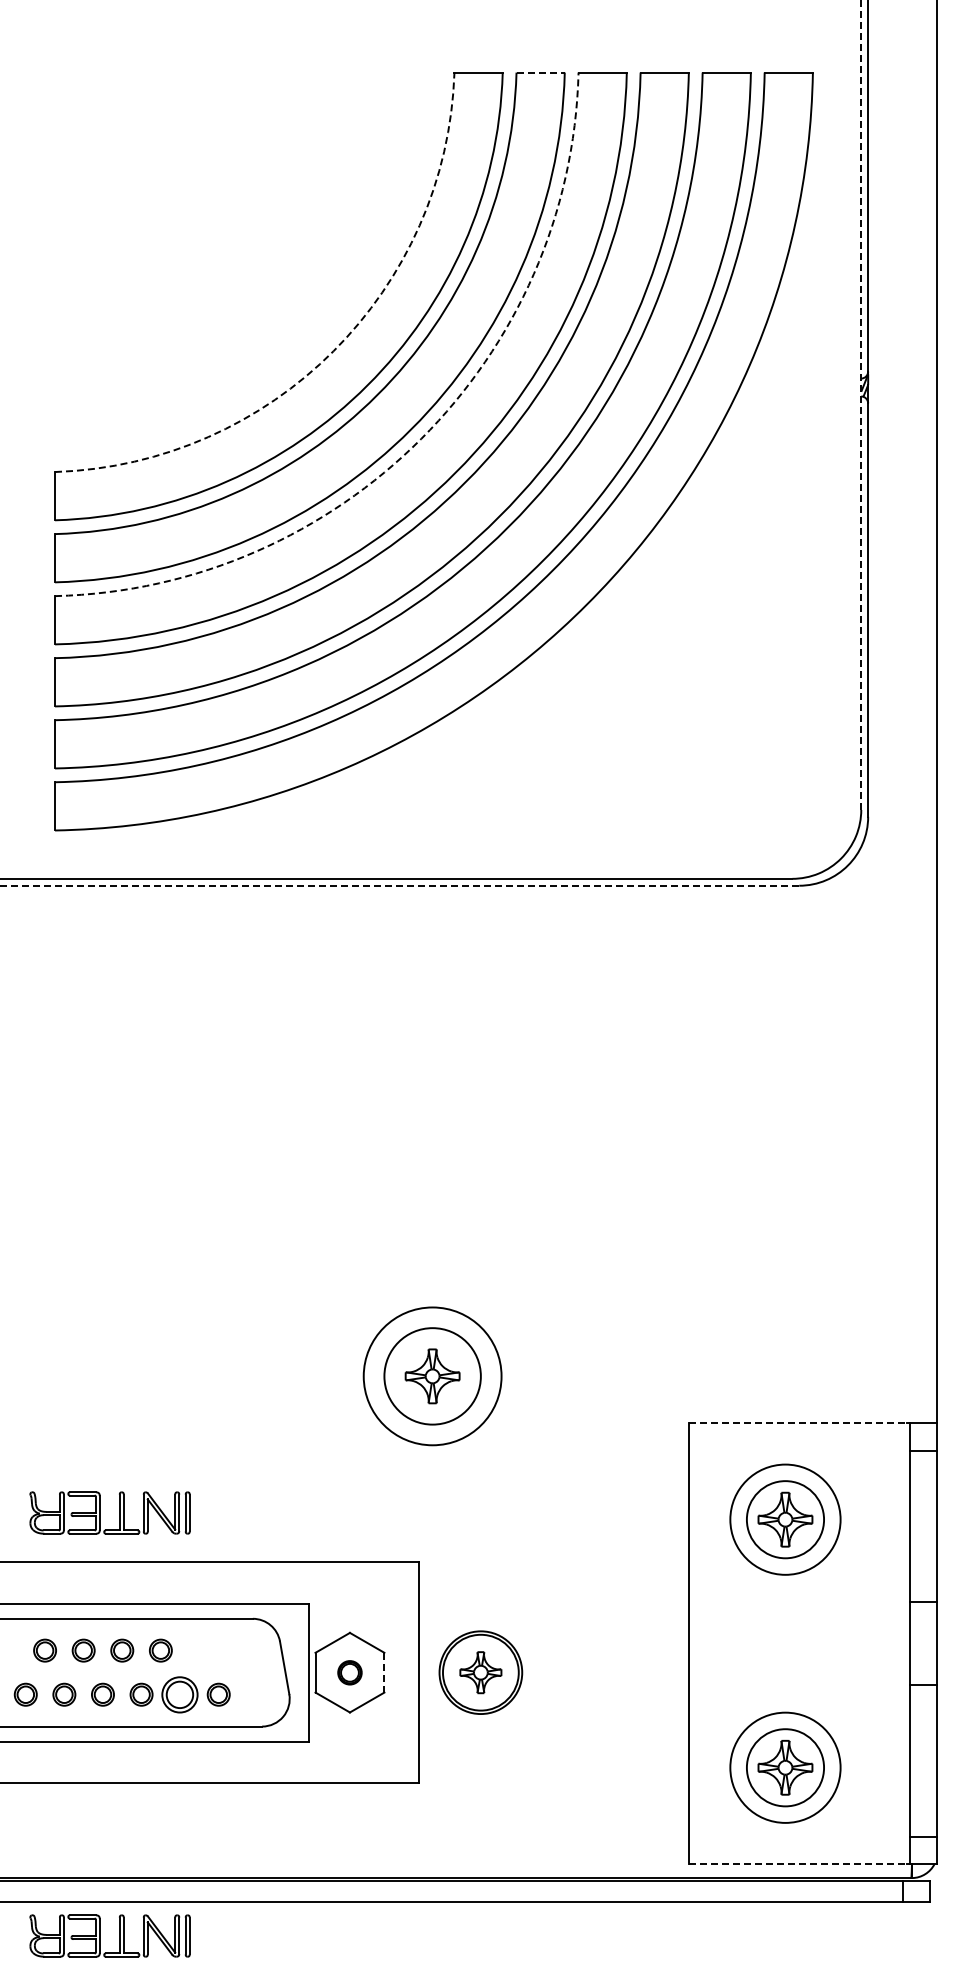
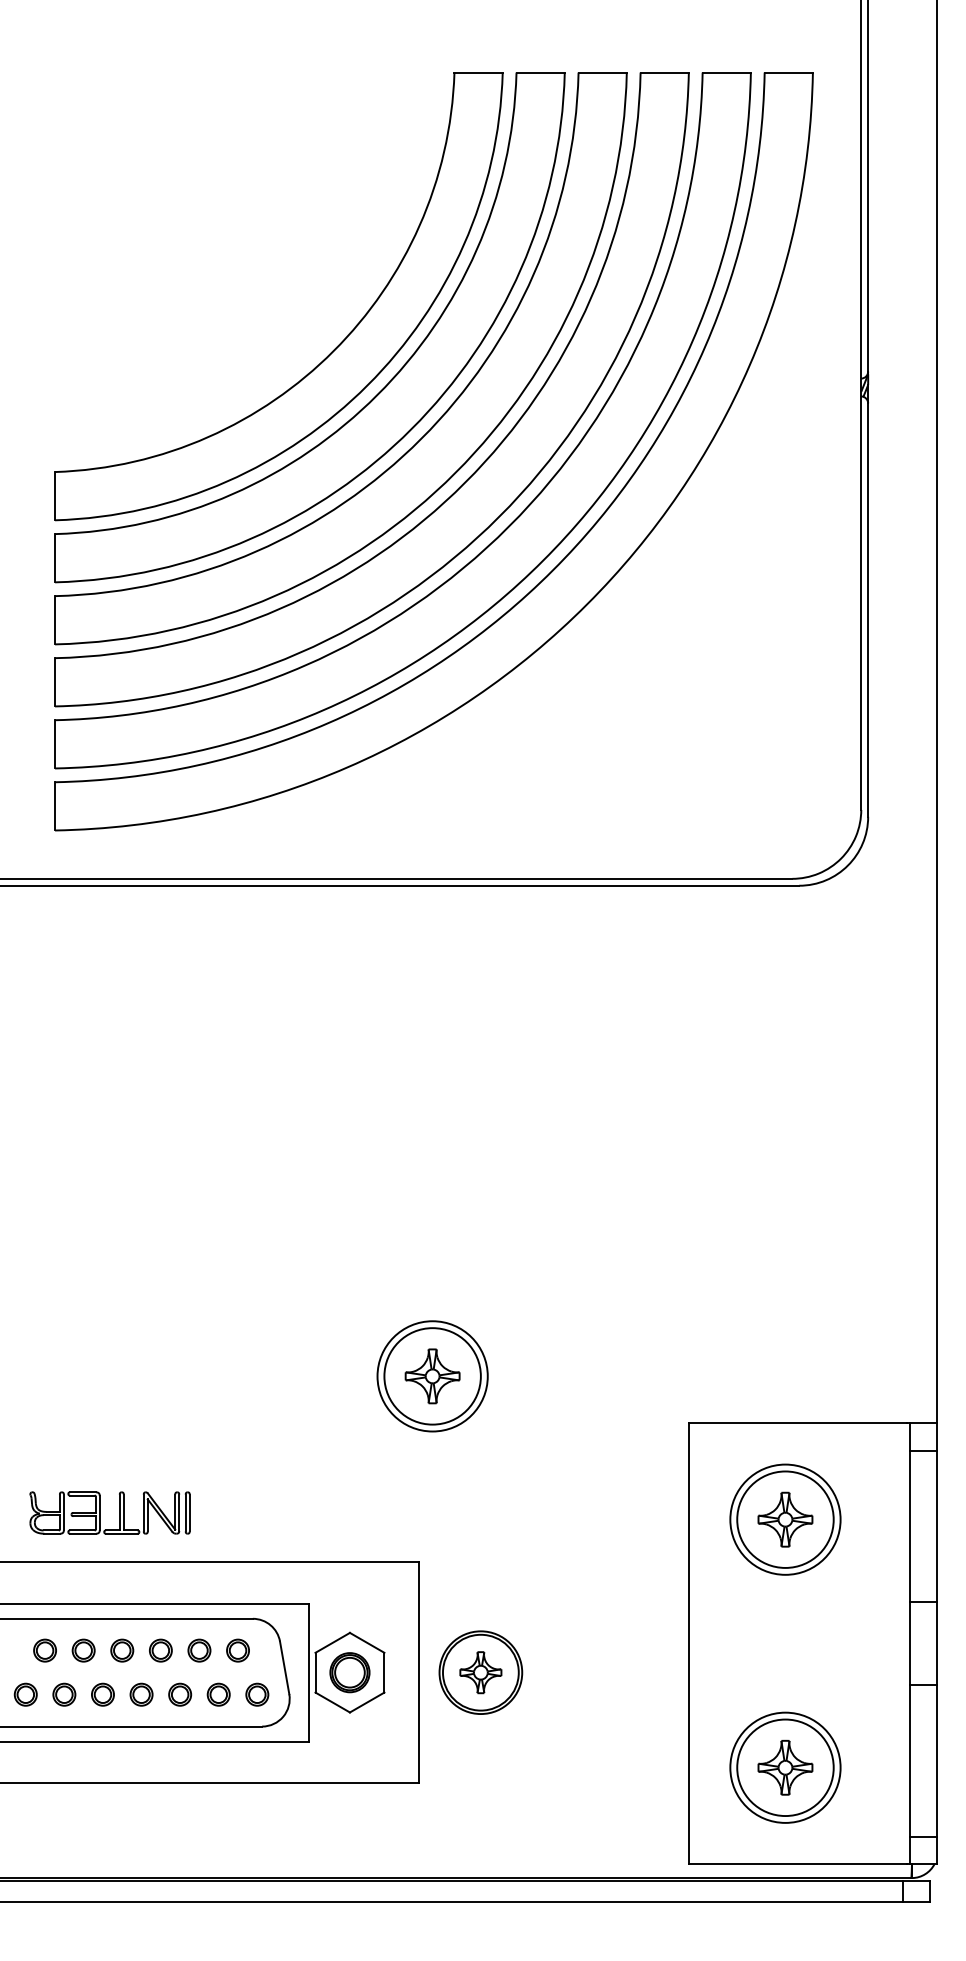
line at (541, 72): dashed -> solid
arc at (333, 351): dashed -> solid
line at (861, 405): dashed -> solid
arc at (421, 438): dashed -> solid
line at (399, 885): dashed -> solid
circle at (432, 1376) diameter: 138 px -> 110 px
line at (797, 1423): dashed -> solid
circle at (785, 1519) diameter: 77 px -> 96 px
part at (199, 1650): none -> present
part at (237, 1650): none -> present
part at (349, 1672) size: 26x26 px -> 42x42 px
line at (384, 1672): dashed -> solid
part at (179, 1694) size: 38x38 px -> 25x25 px
part at (257, 1694): none -> present
circle at (785, 1767) diameter: 77 px -> 96 px
line at (797, 1864): dashed -> solid
part at (100, 1935): present -> none
